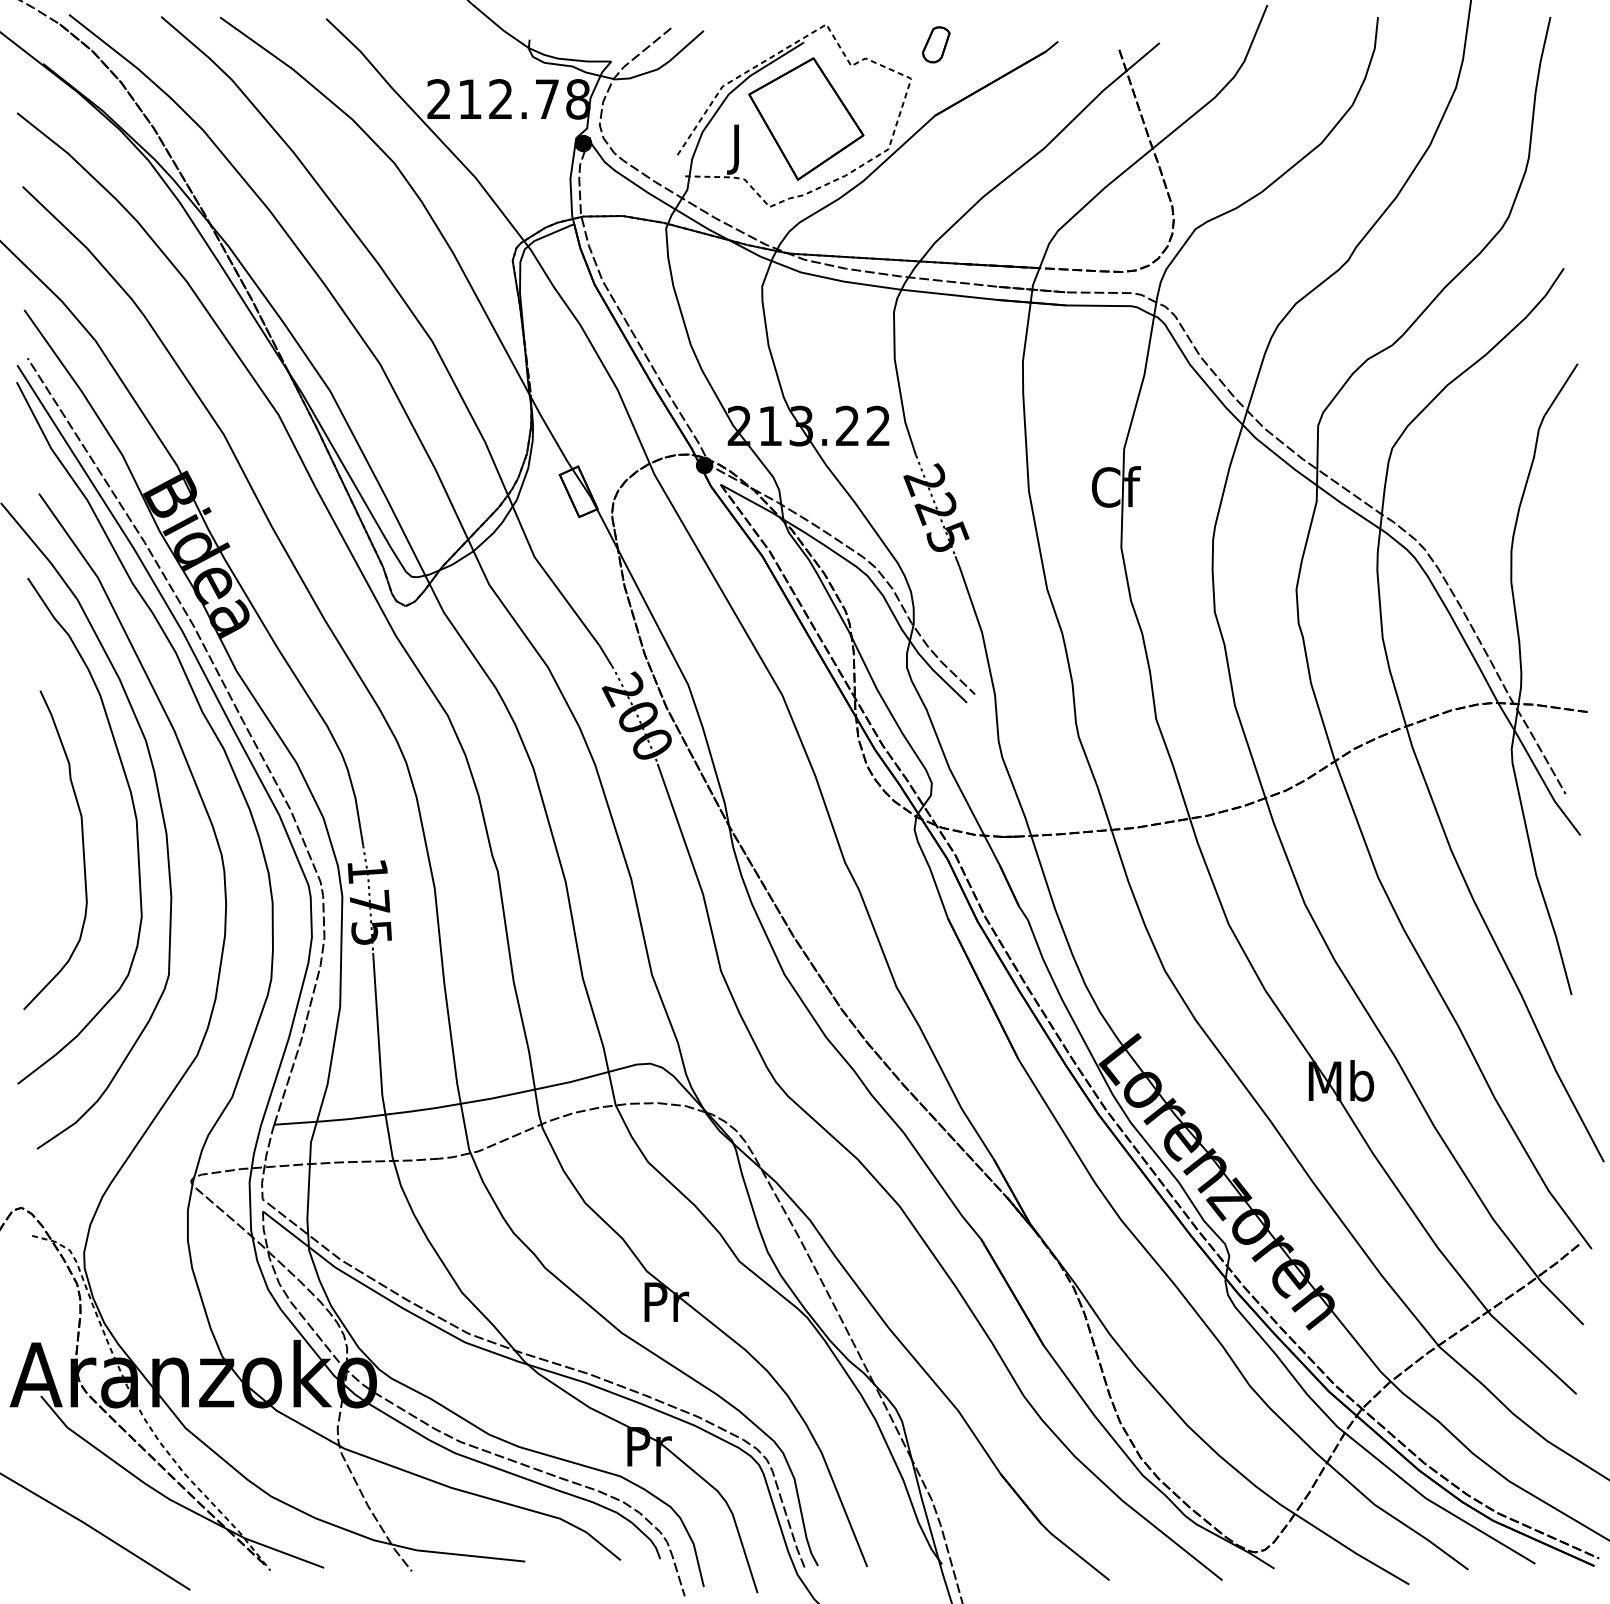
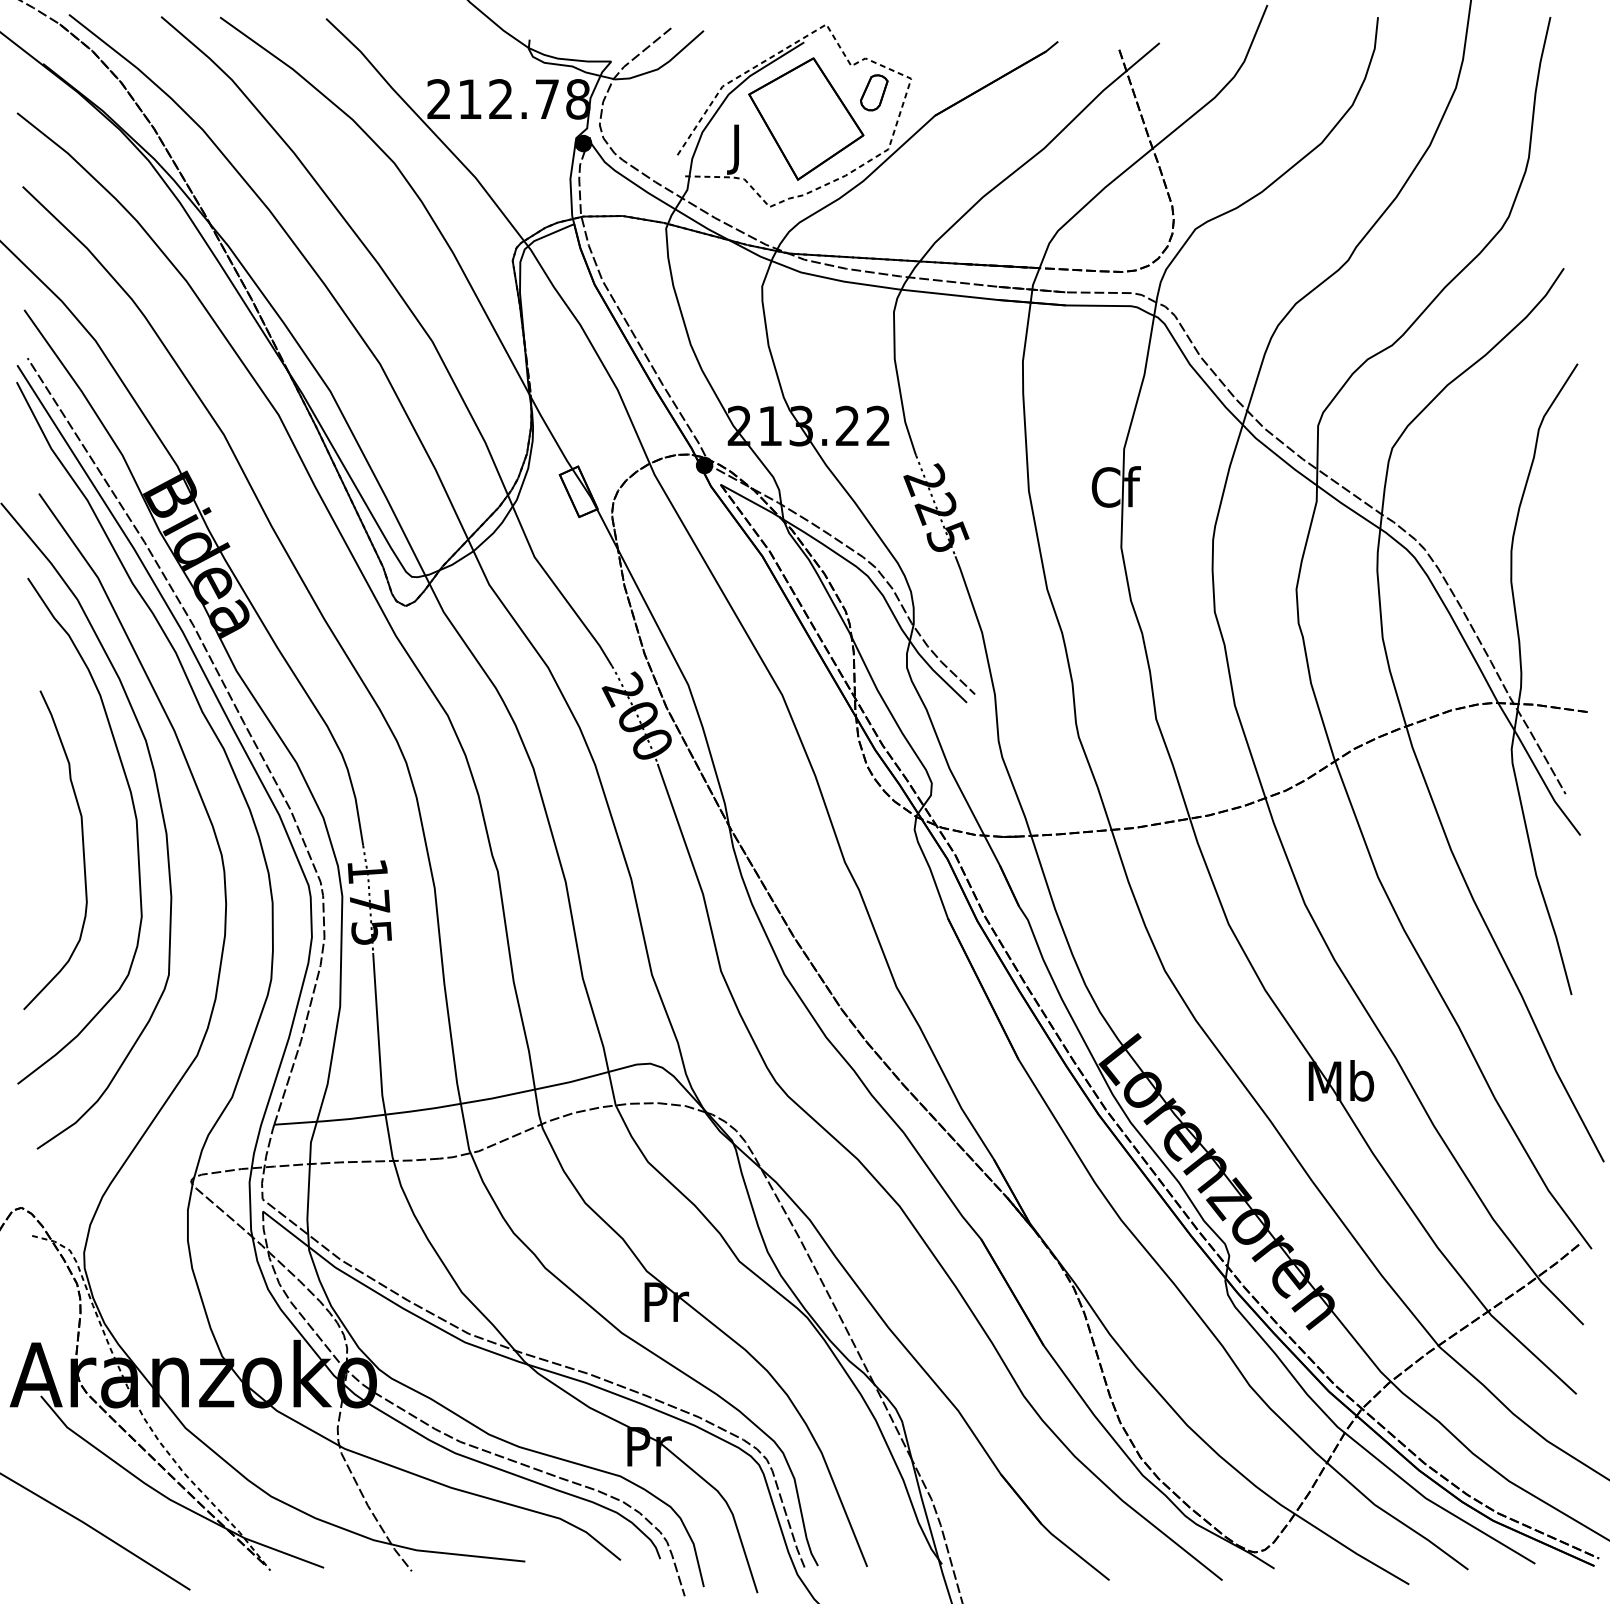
part at (936, 44) position: (936, 44) -> (874, 92)
